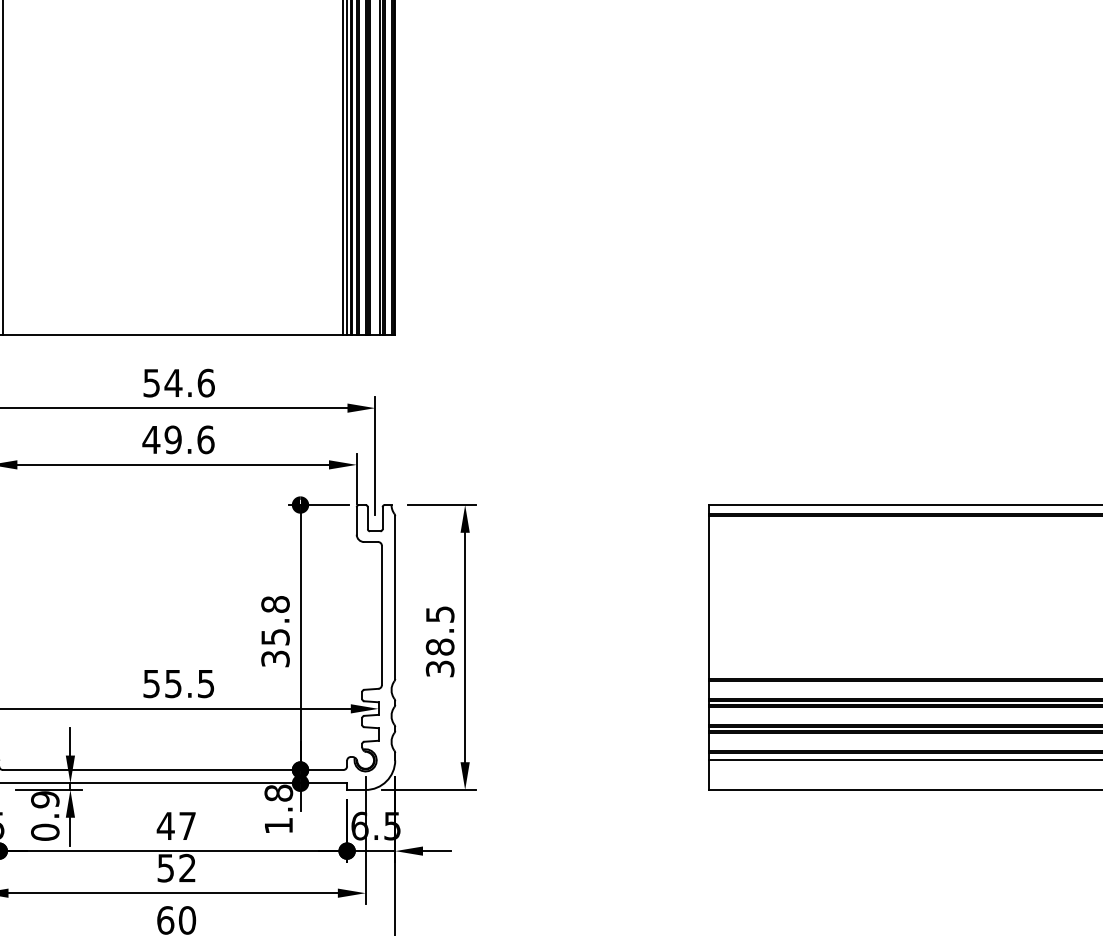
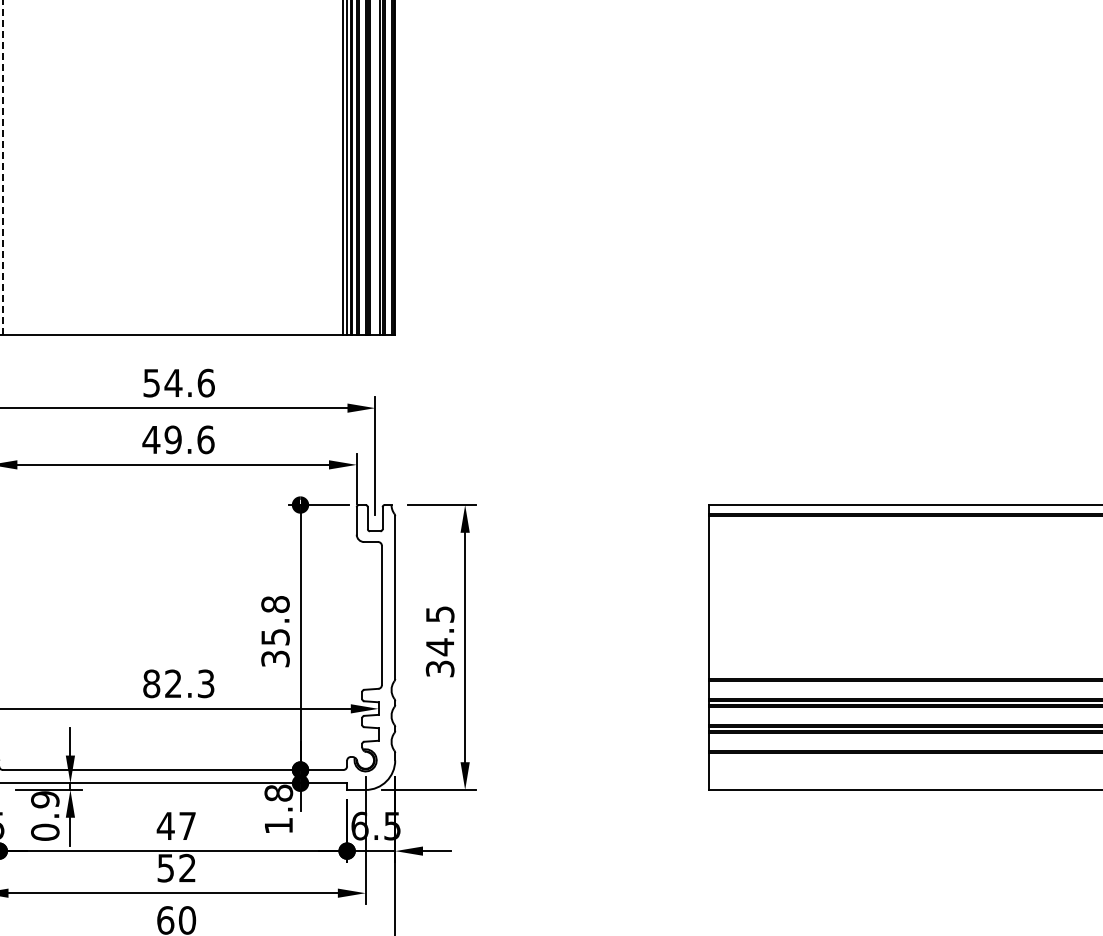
line at (2, 166): solid -> dashed
text at (439, 647): 38.5 -> 34.5
text at (178, 683): 55.5 -> 82.3
line at (904, 760): present -> none
